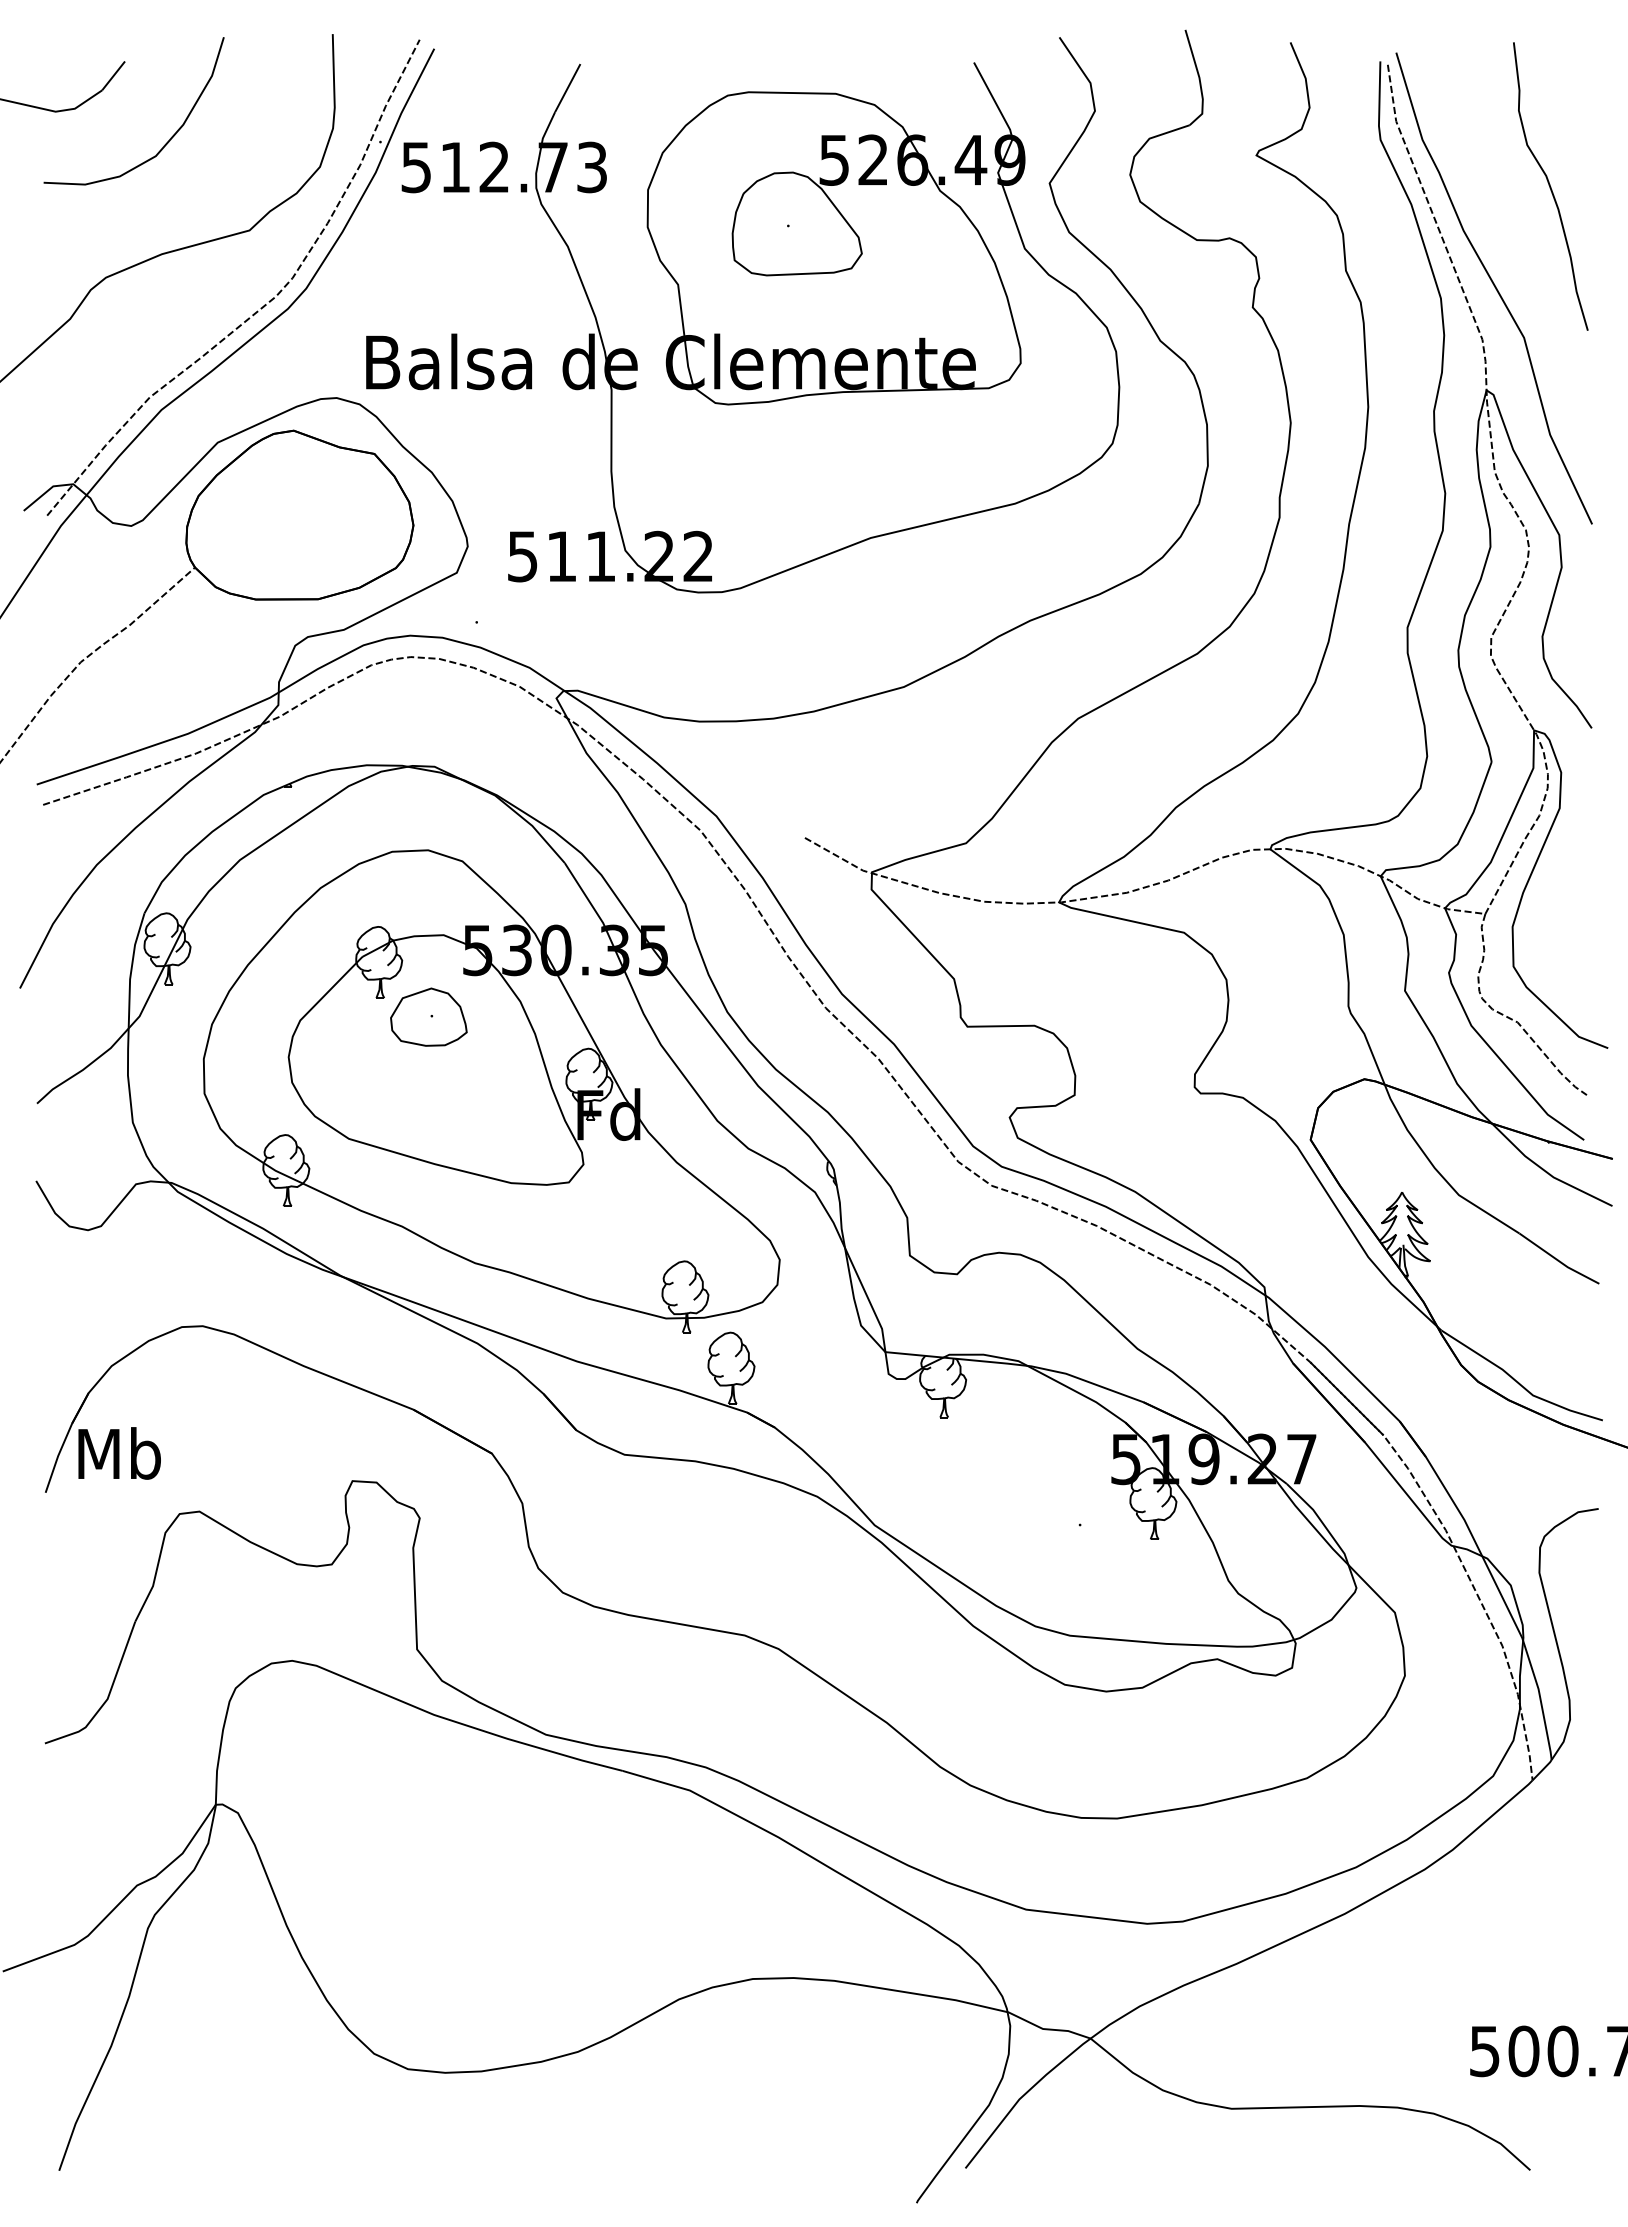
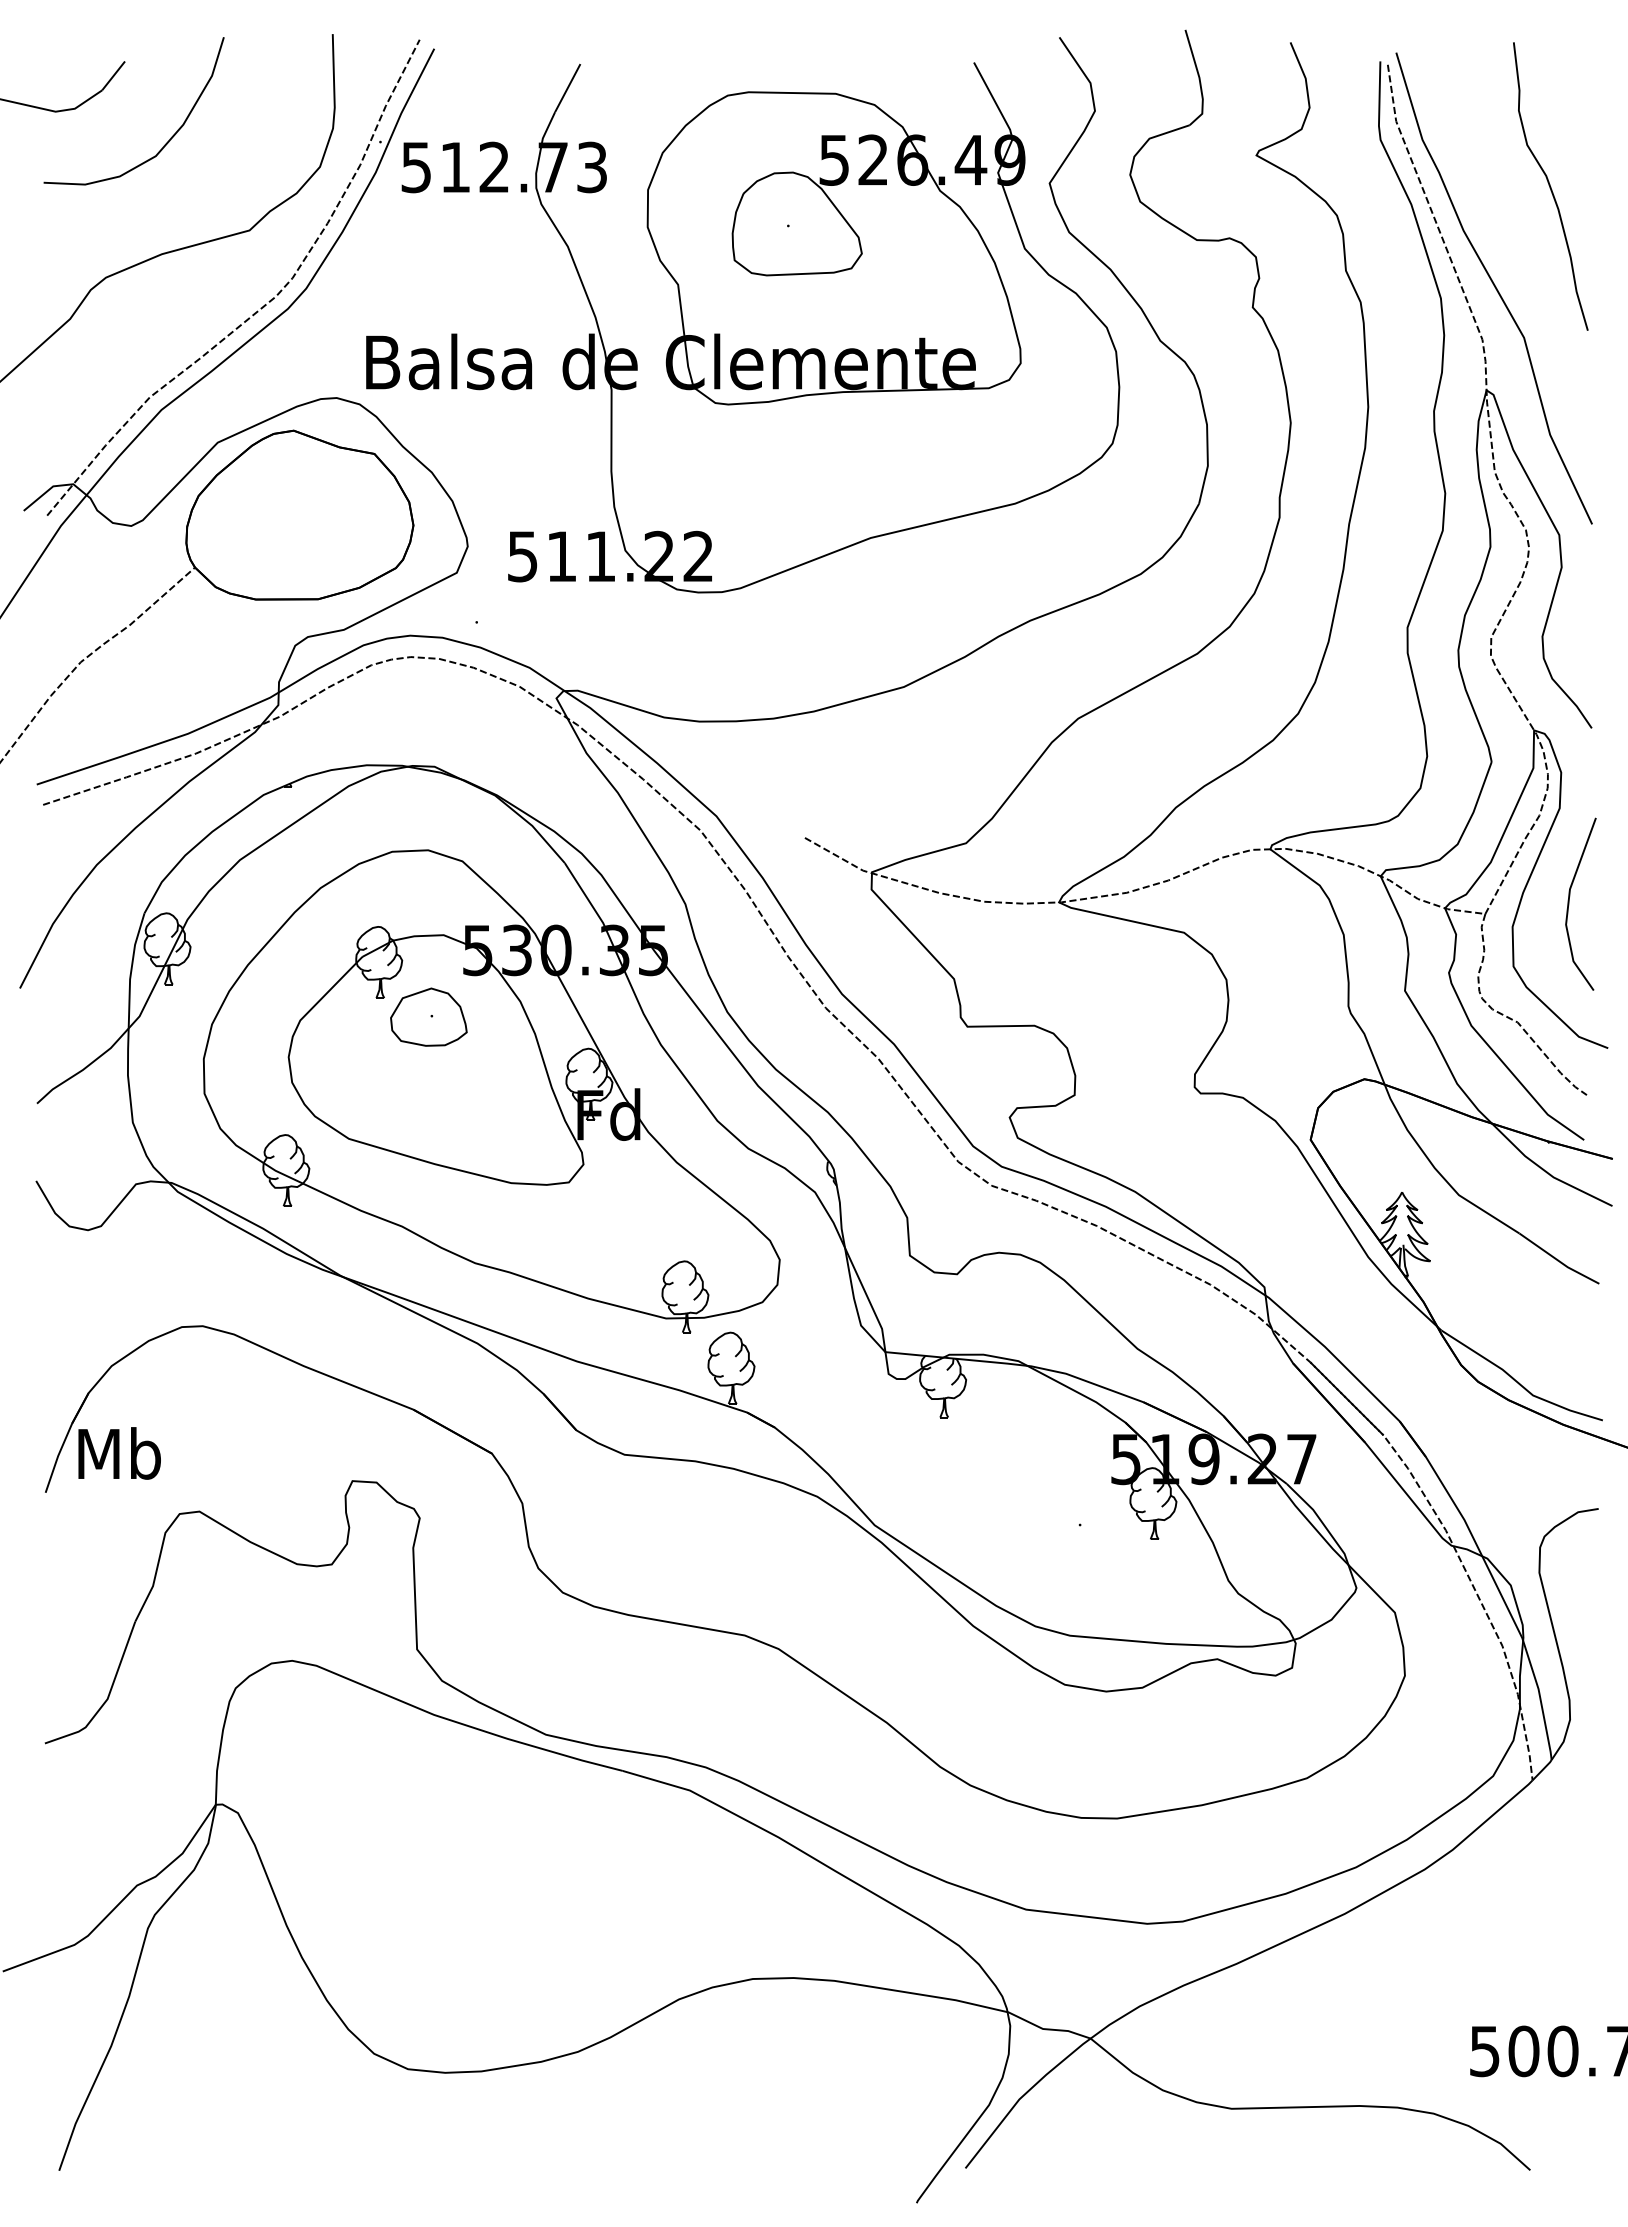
line at (1569, 903): none -> present
